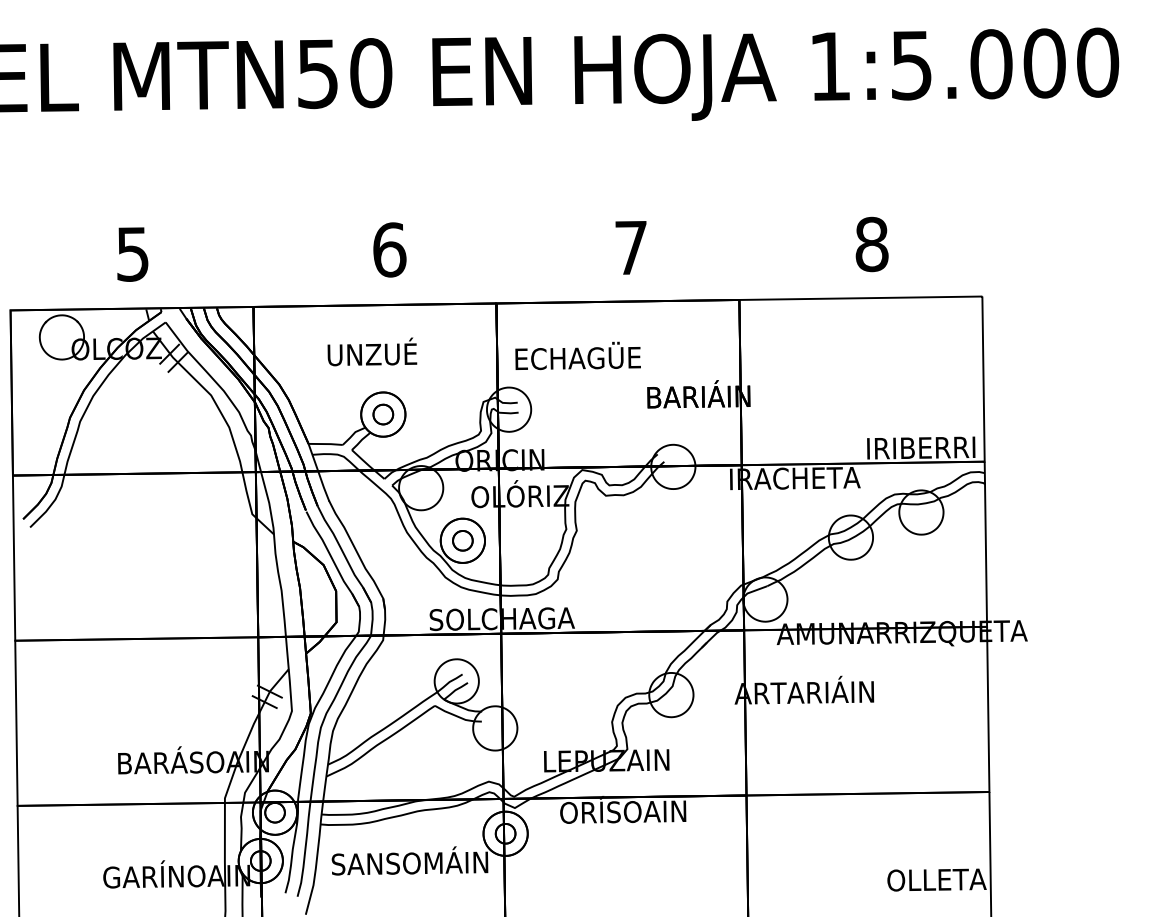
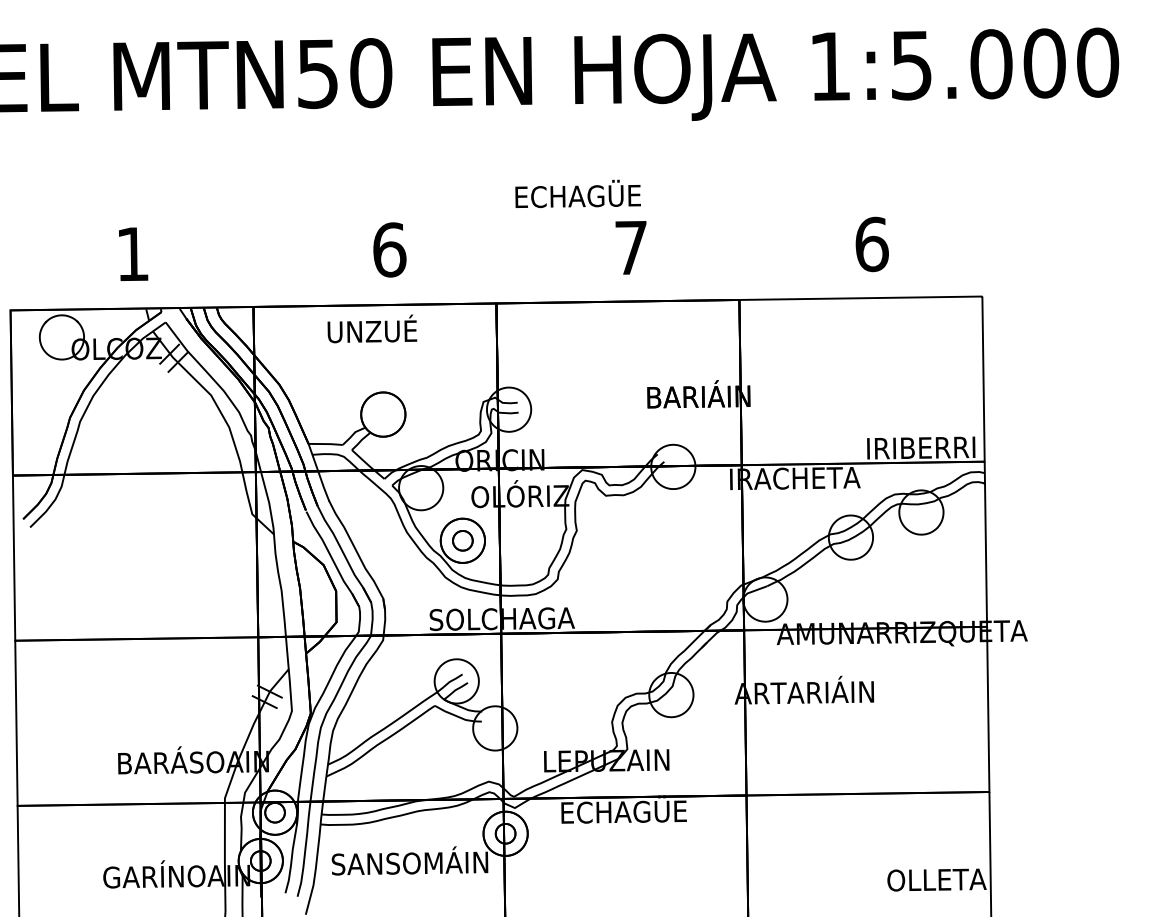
text at (871, 244): 8 -> 6
text at (132, 254): 5 -> 1
text at (372, 351) position: (372, 351) -> (372, 328)
text at (577, 355) position: (577, 355) -> (577, 193)
part at (383, 414): present -> none
text at (623, 809): ORÍSOAIN -> ECHAGÜE
